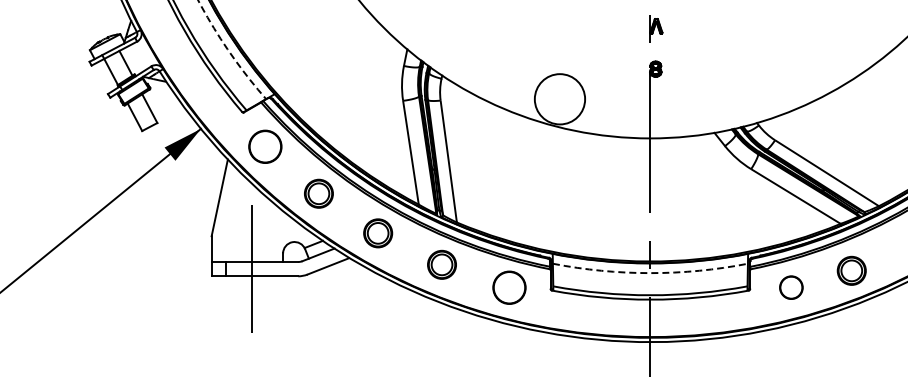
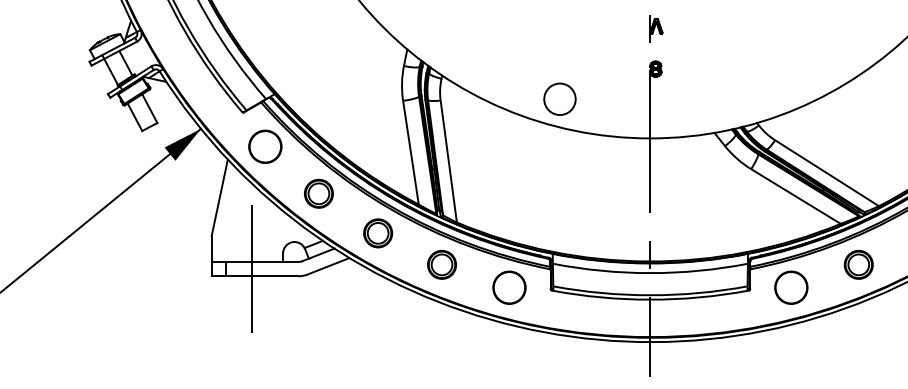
arc at (229, 51): dashed -> solid
circle at (559, 99) diameter: 50 px -> 31 px
part at (851, 270) position: (851, 270) -> (858, 264)
arc at (650, 273): dashed -> solid
circle at (791, 287) size: 25x25 px -> 35x35 px
